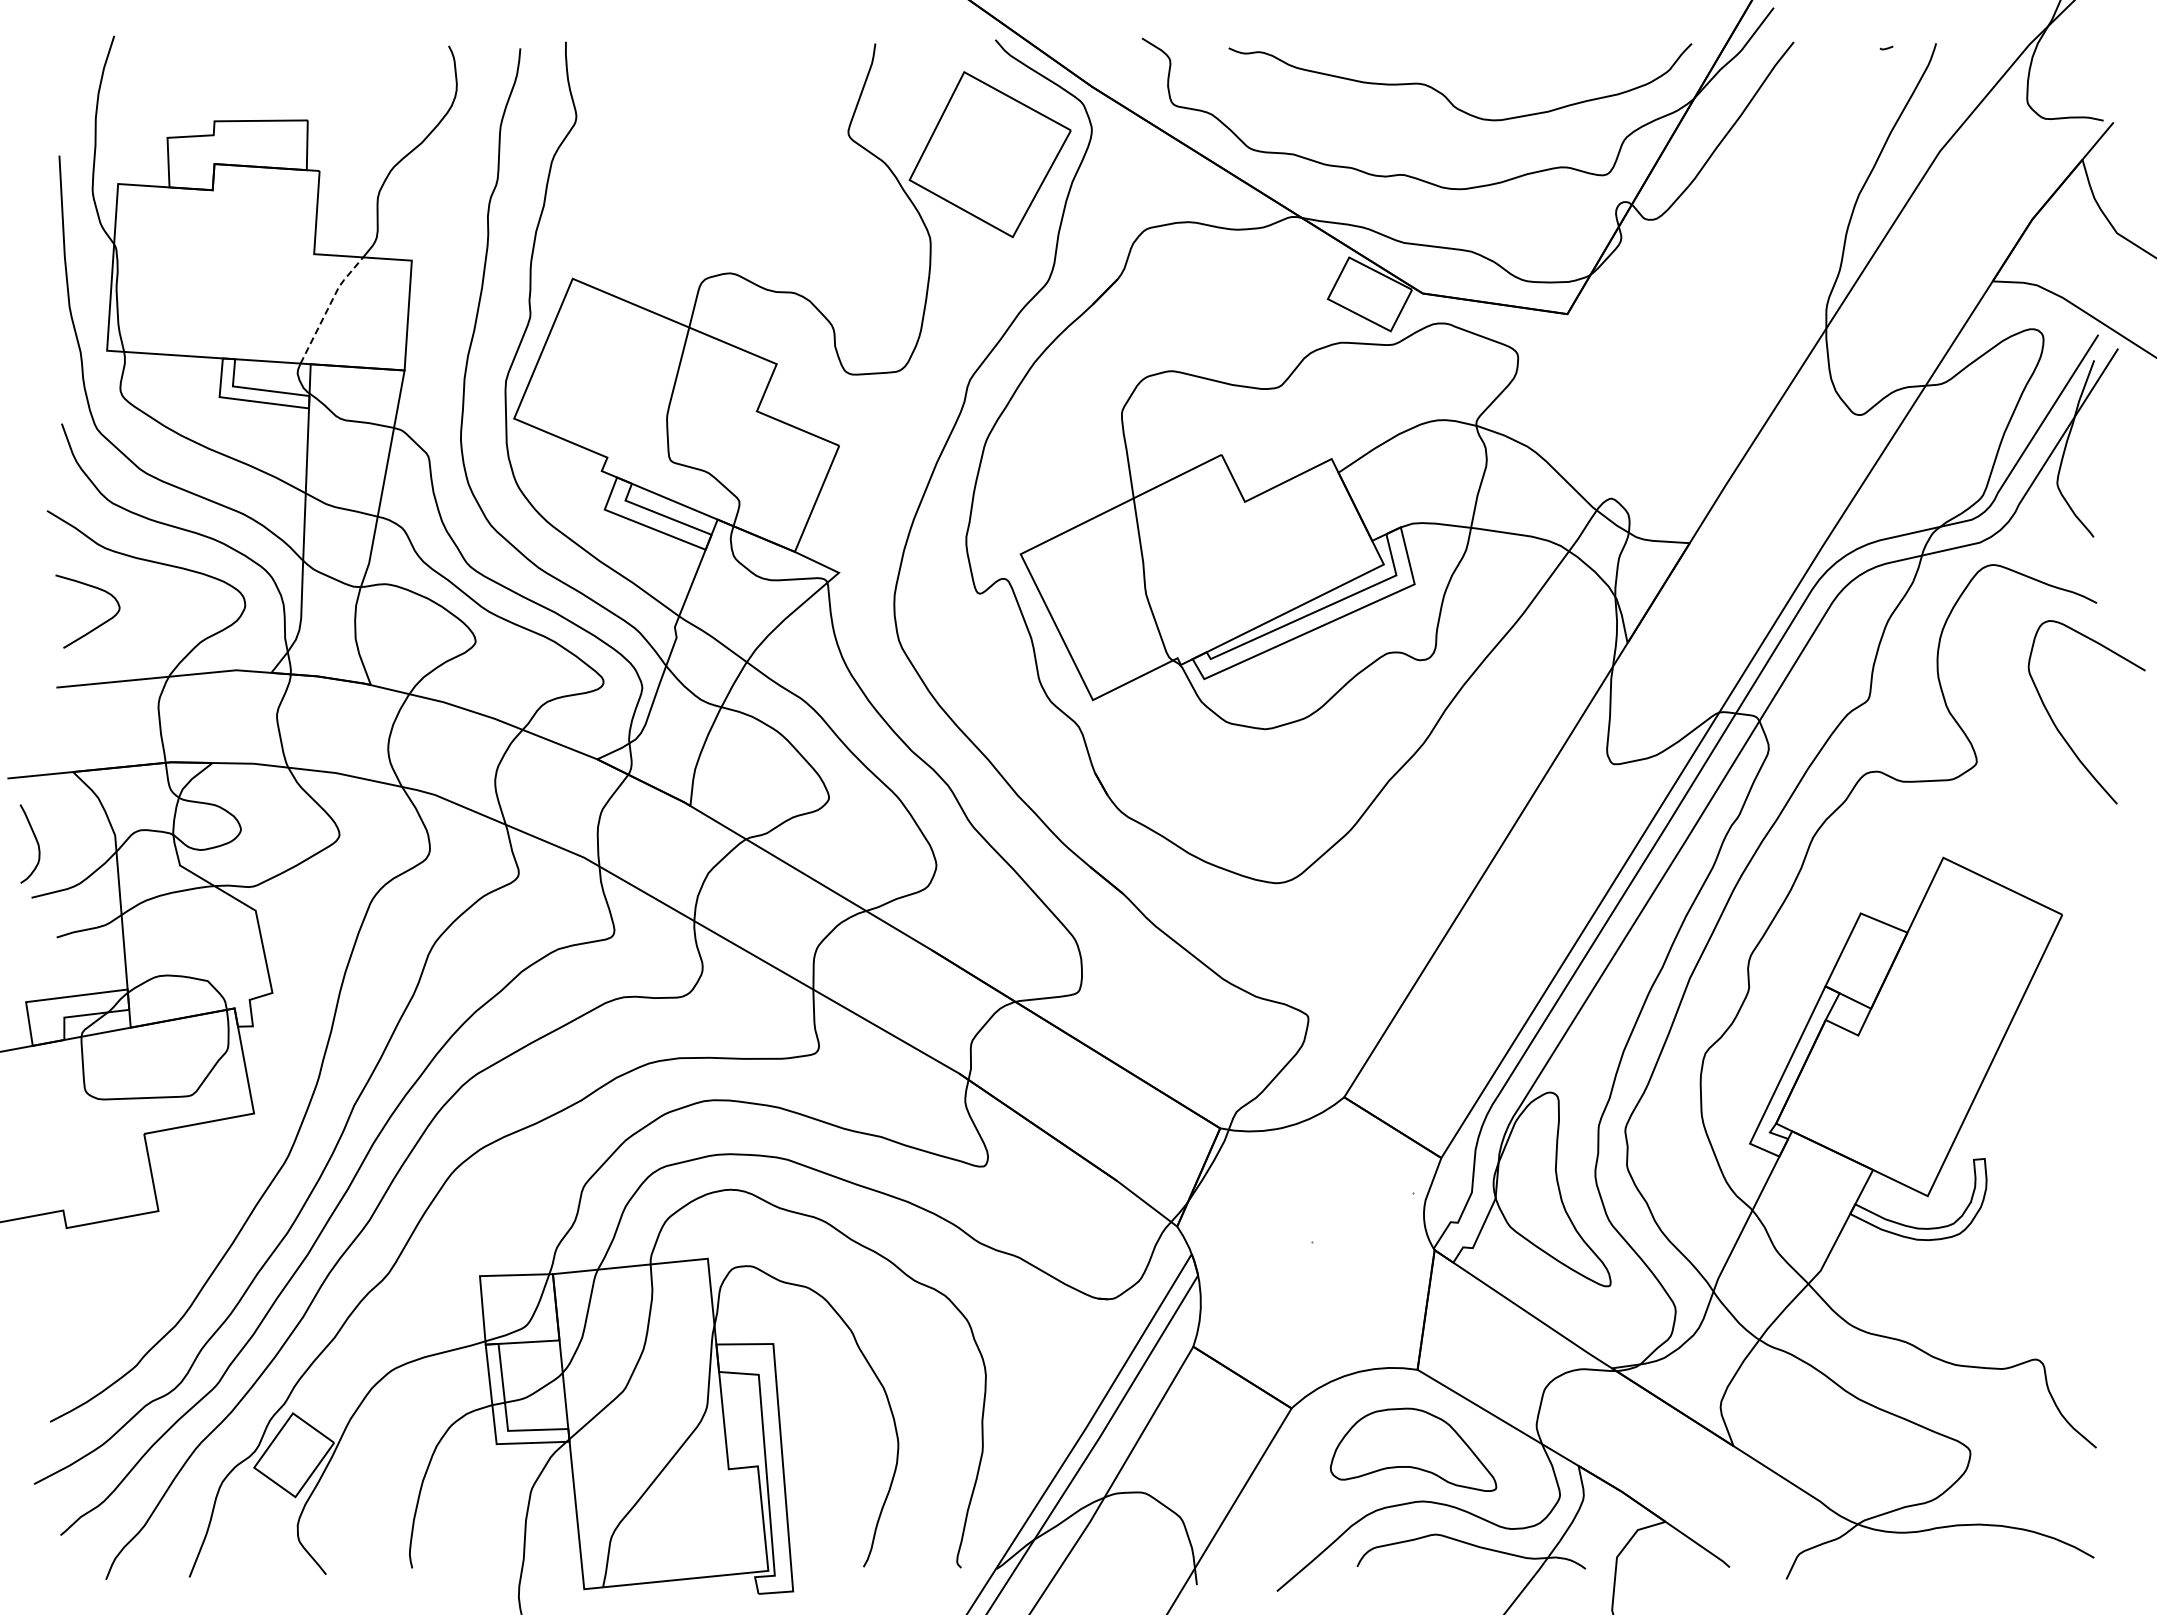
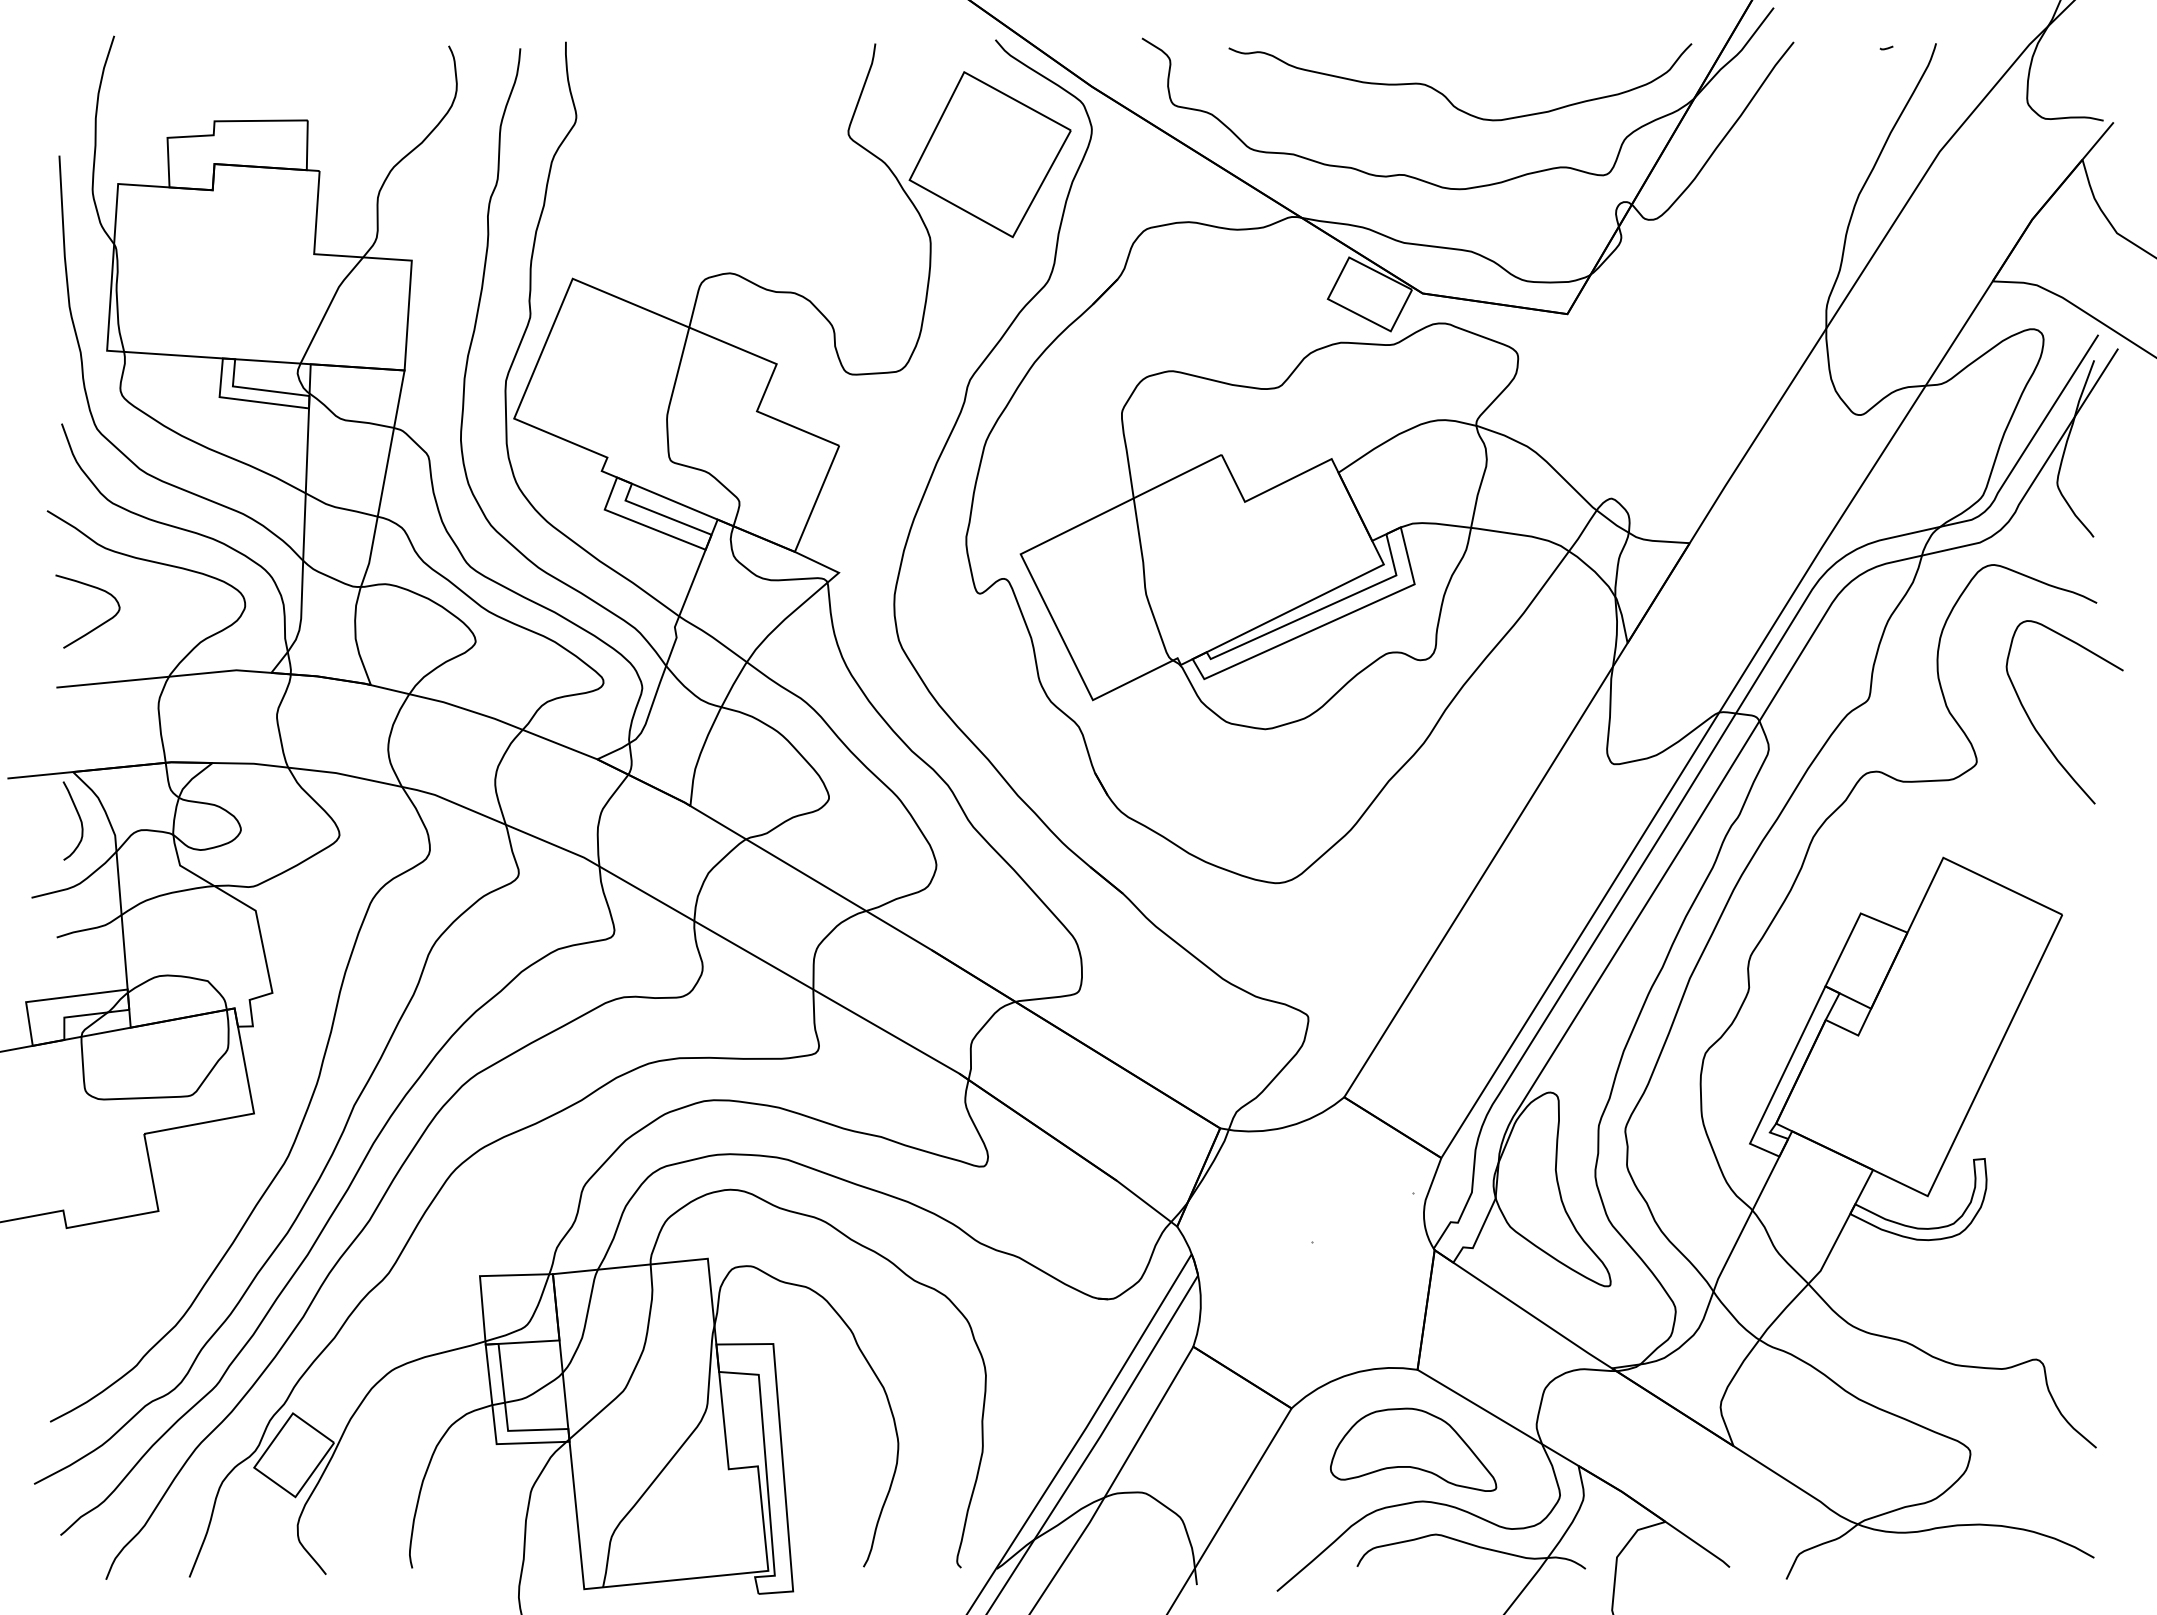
line at (329, 306): dashed -> solid
curve at (2060, 731) position: (2060, 731) -> (2038, 731)
curve at (35, 840) position: (35, 840) -> (78, 817)
